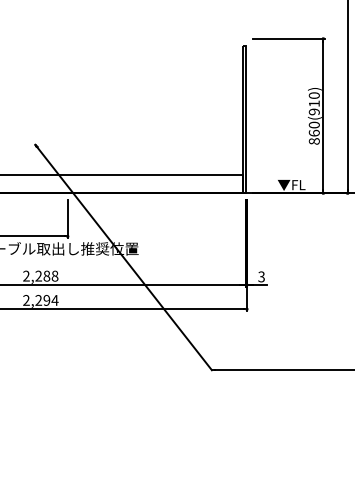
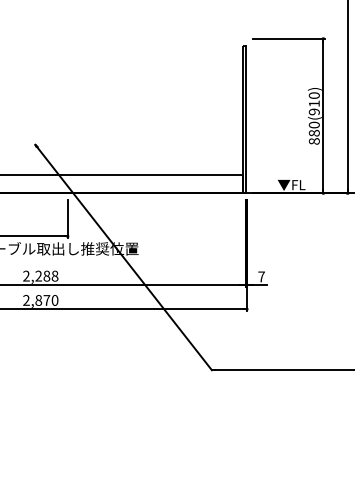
text at (314, 132): 860(910) -> 880(910)
text at (261, 276): 3 -> 7
text at (46, 300): 2,294 -> 2,870
